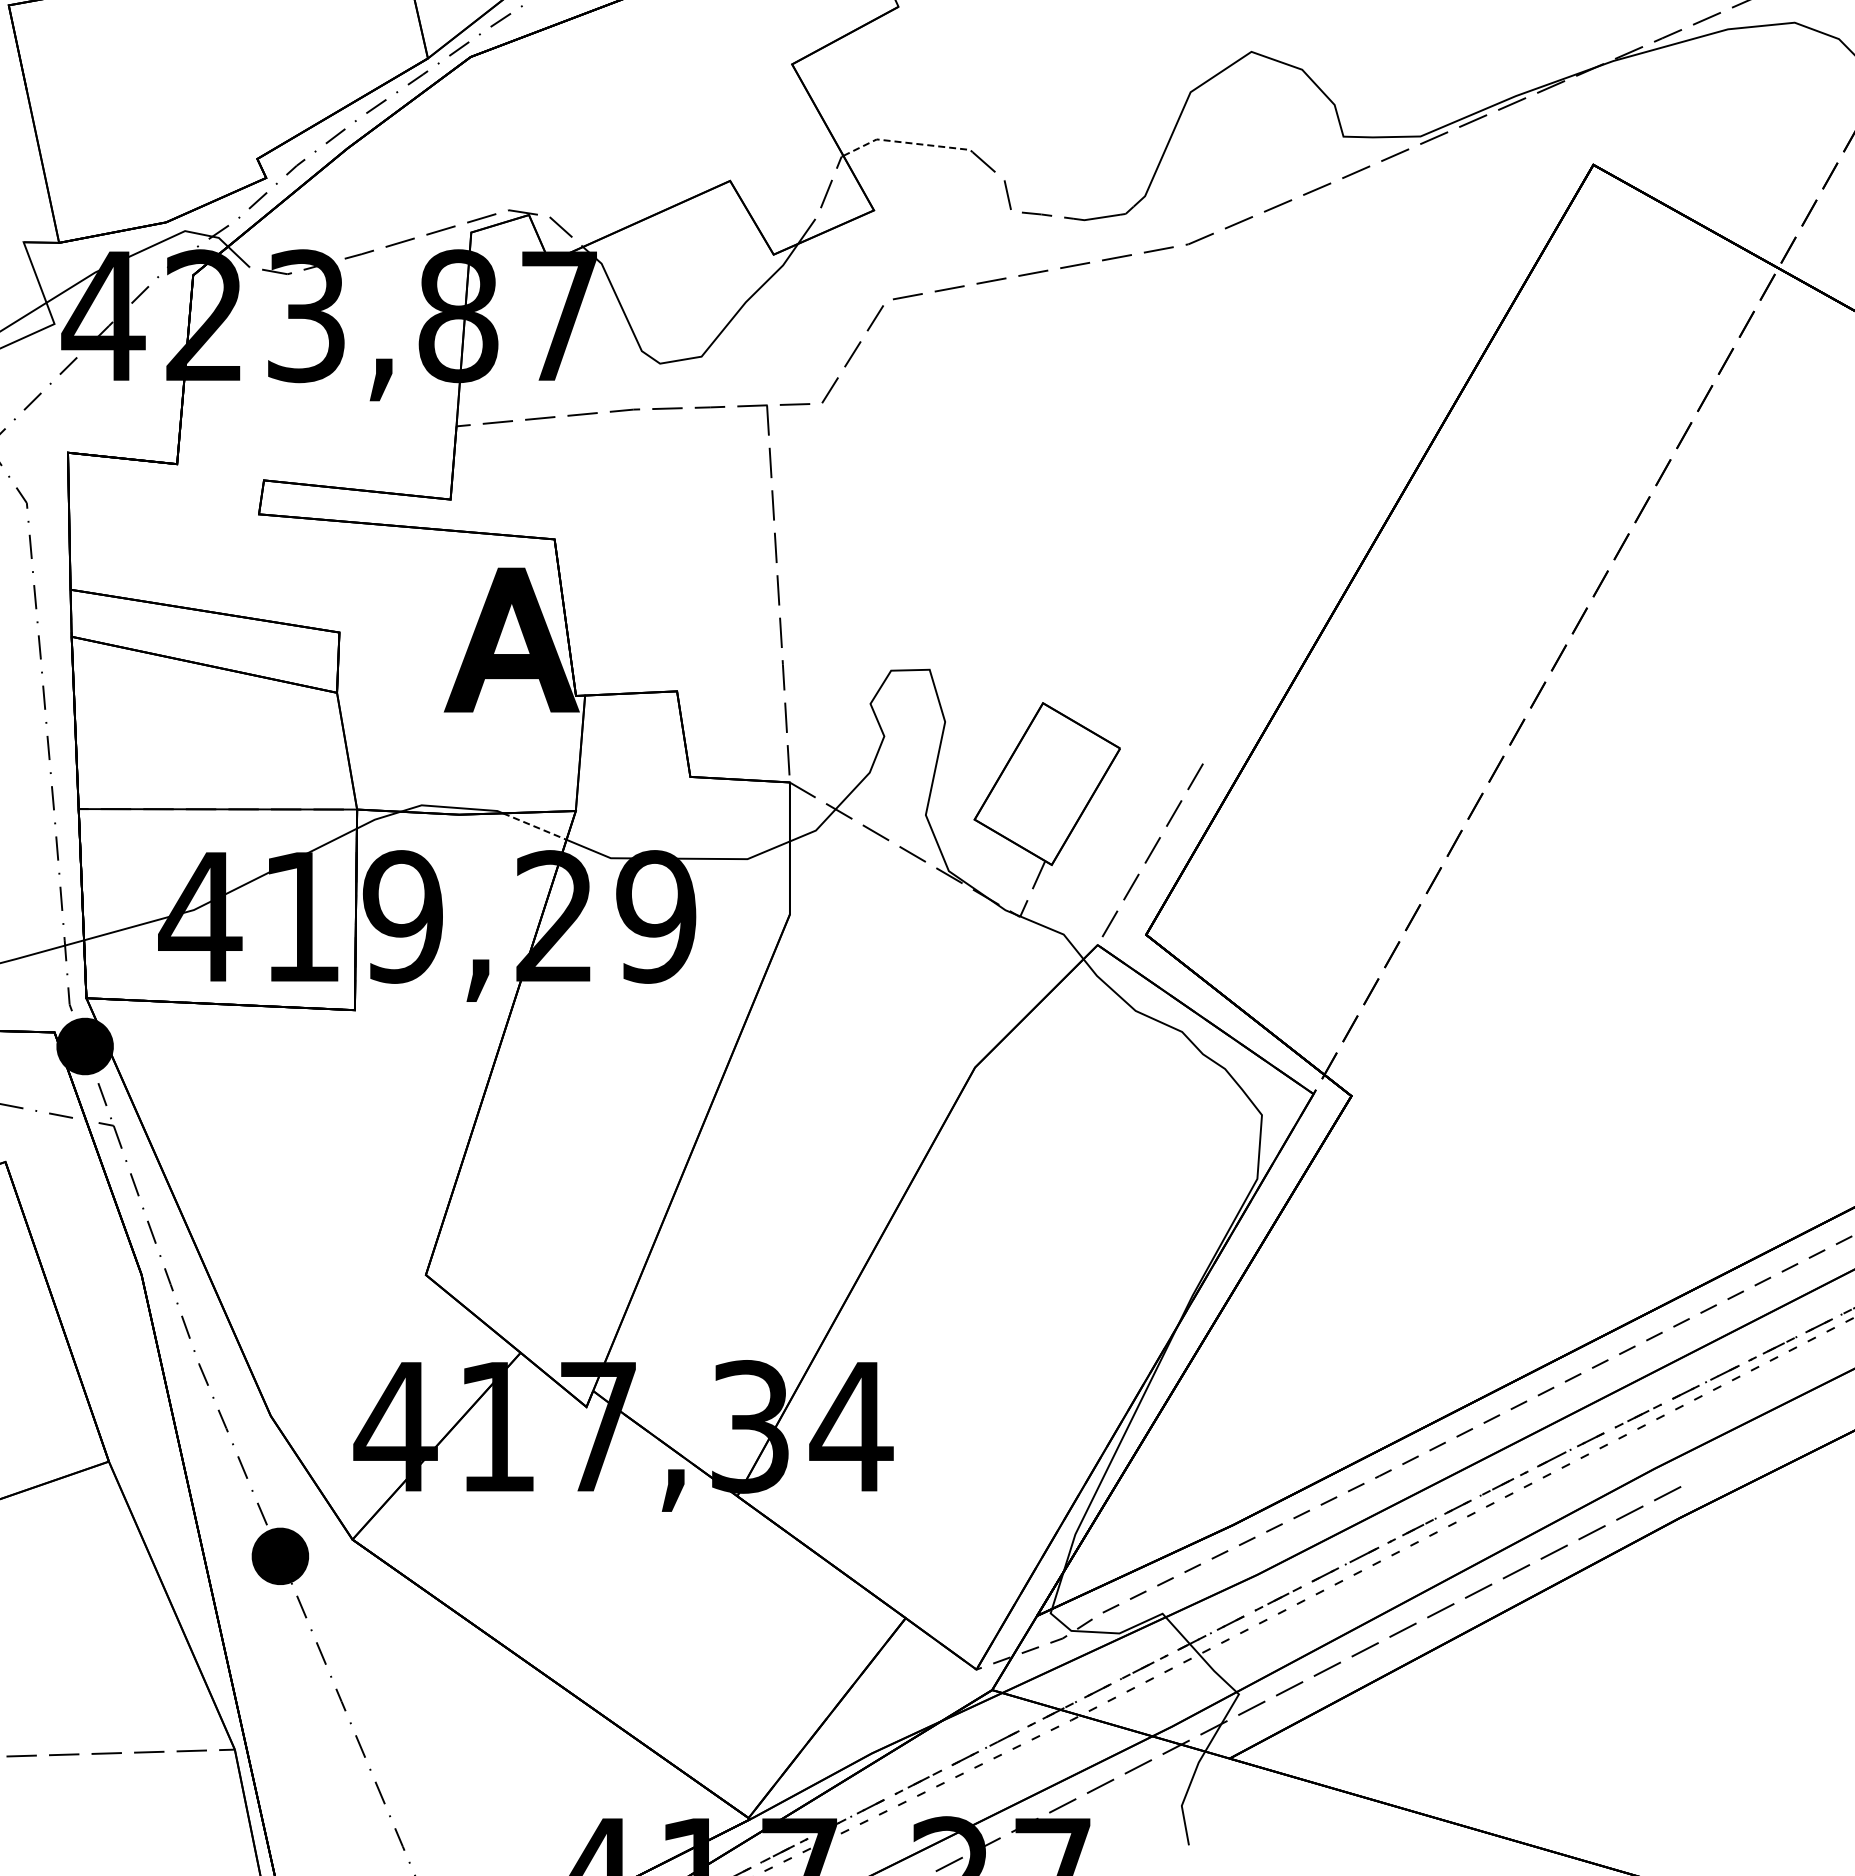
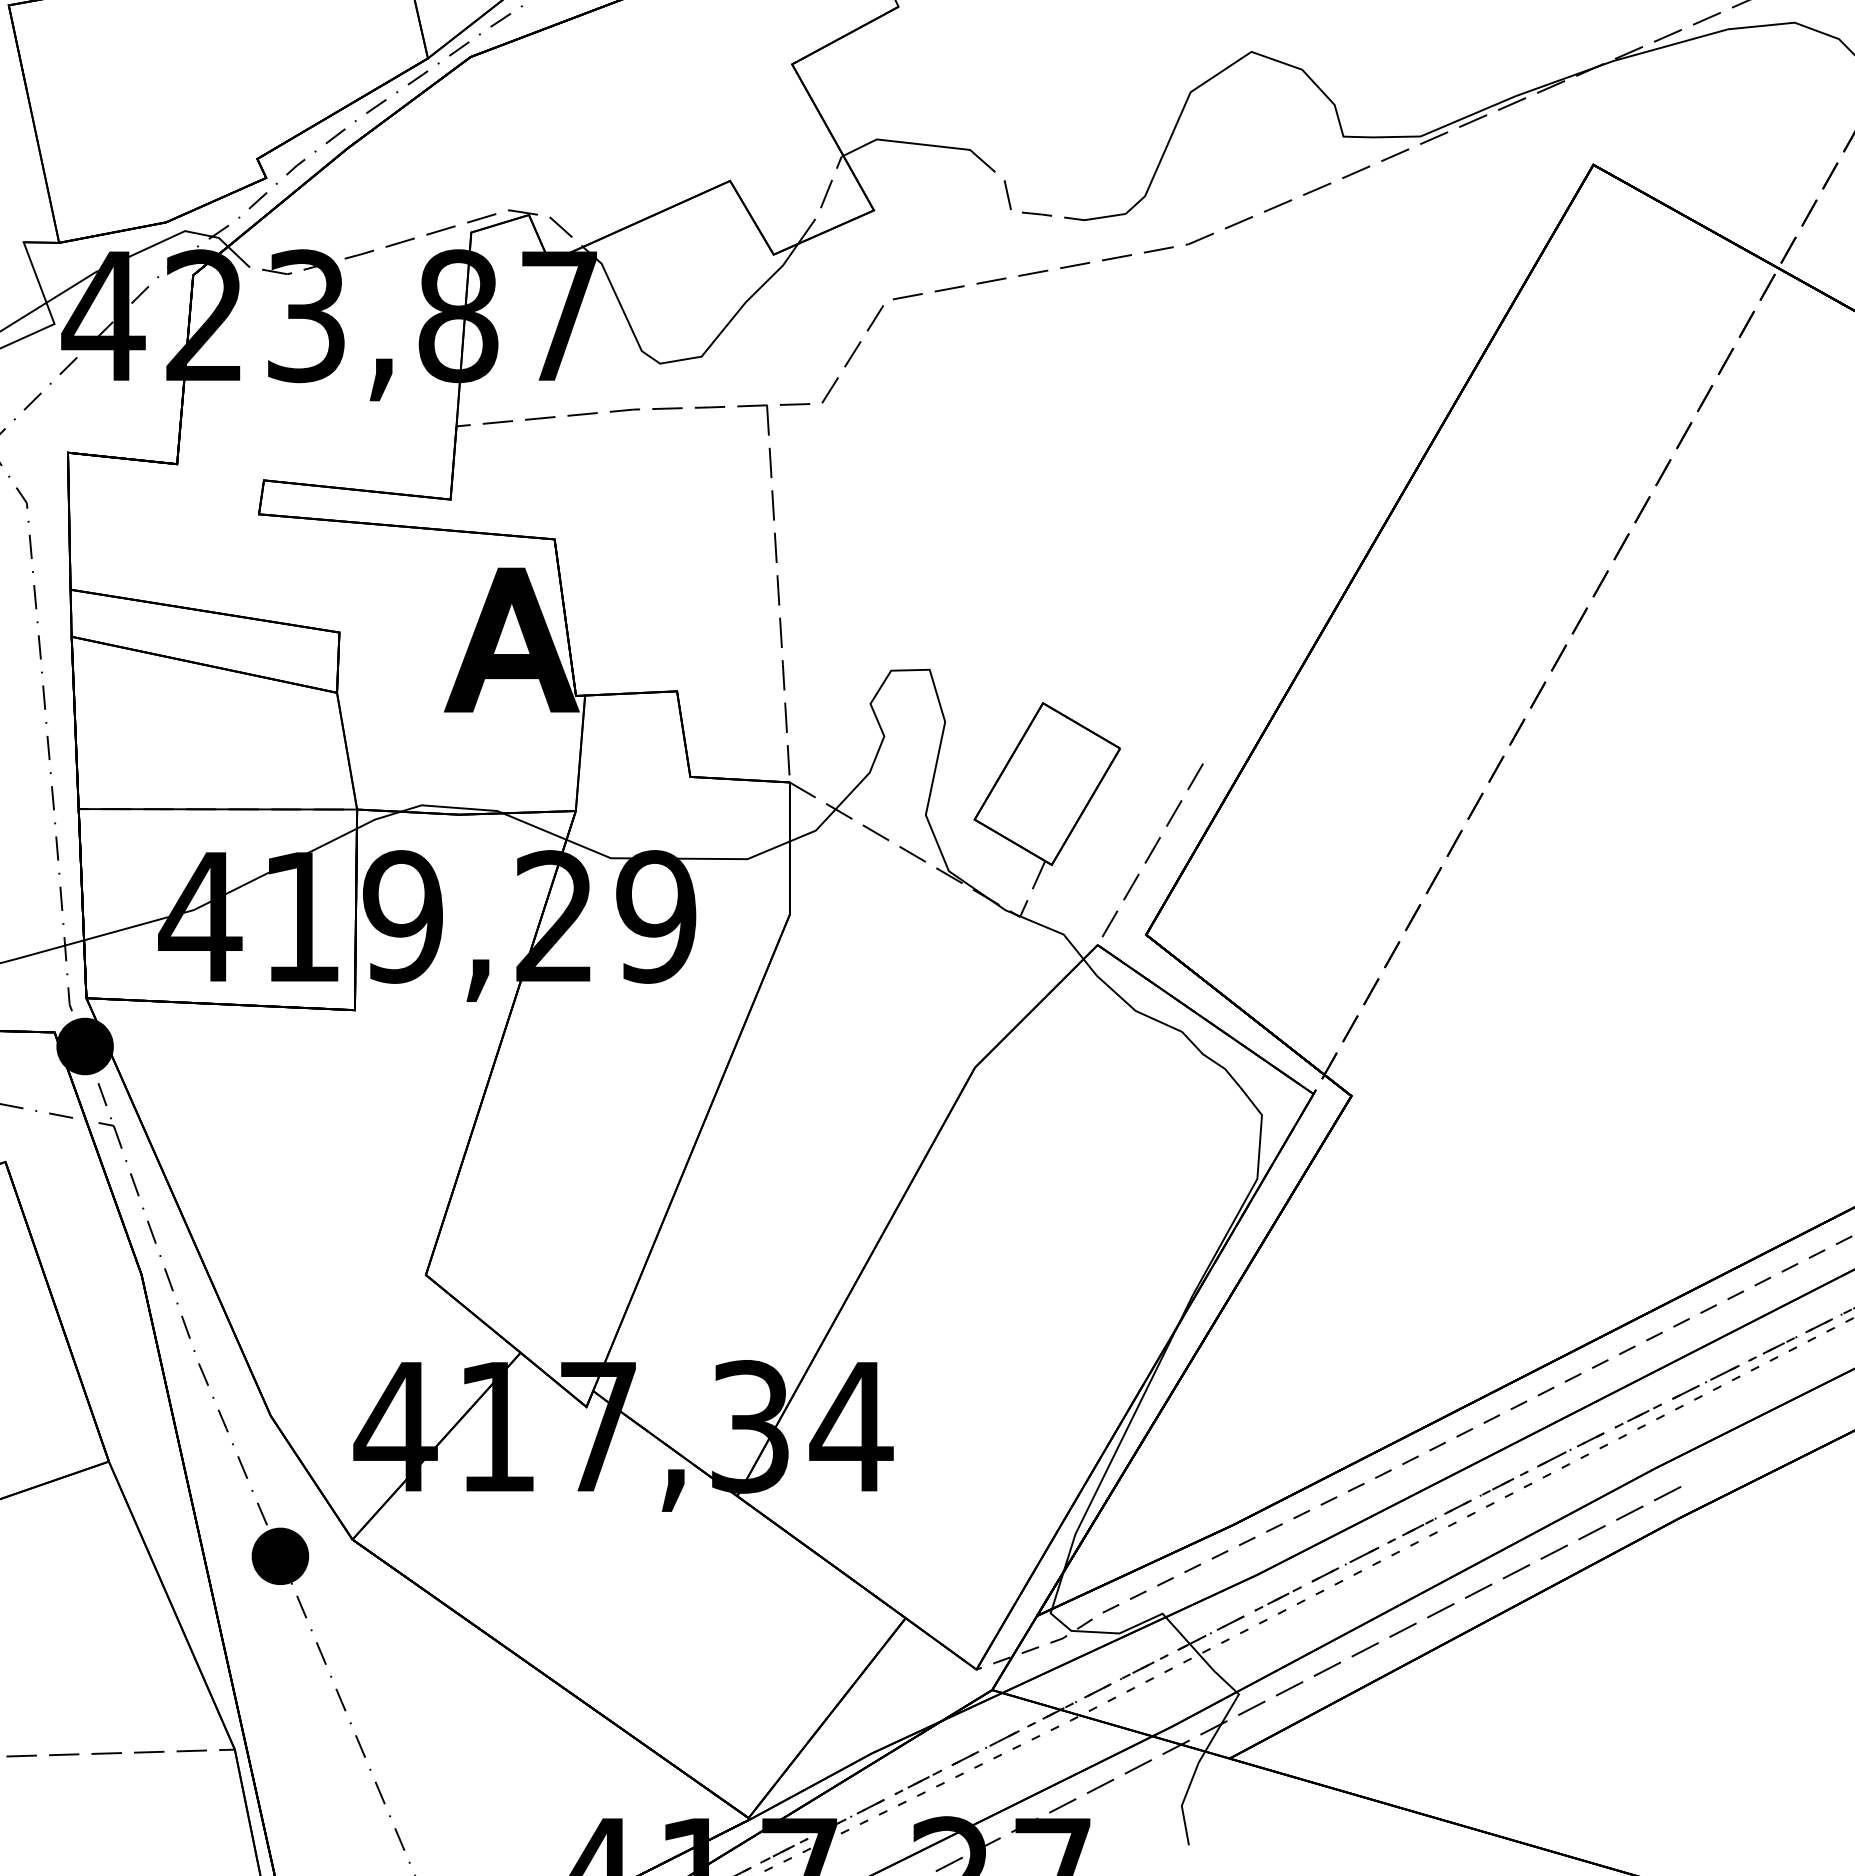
line at (906, 142): dashed -> solid
line at (535, 826): dashed -> solid
